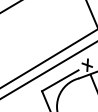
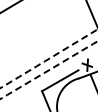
arc at (48, 59): solid -> dashed
arc at (48, 70): solid -> dashed
